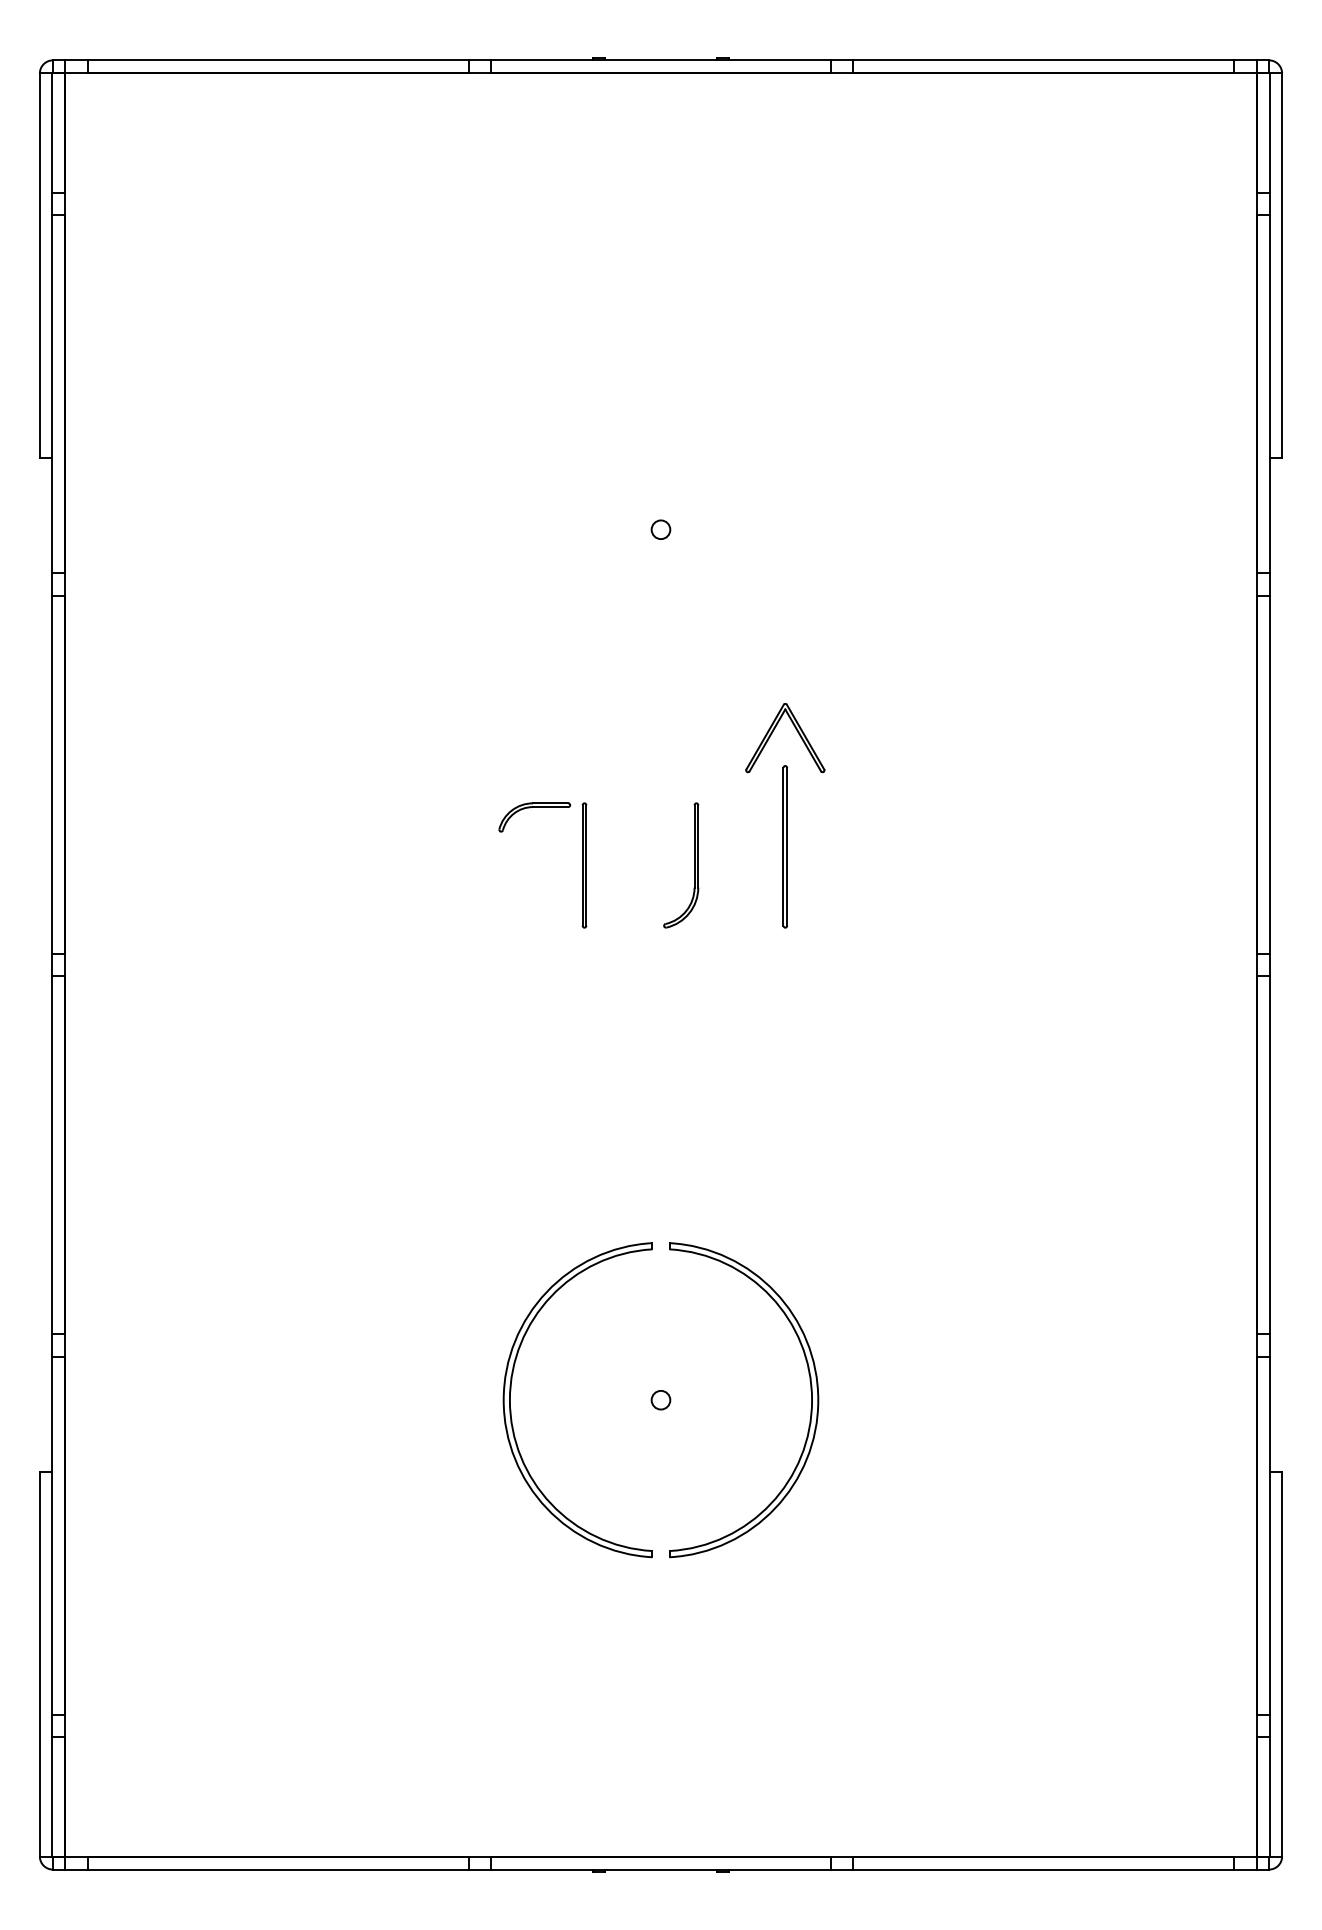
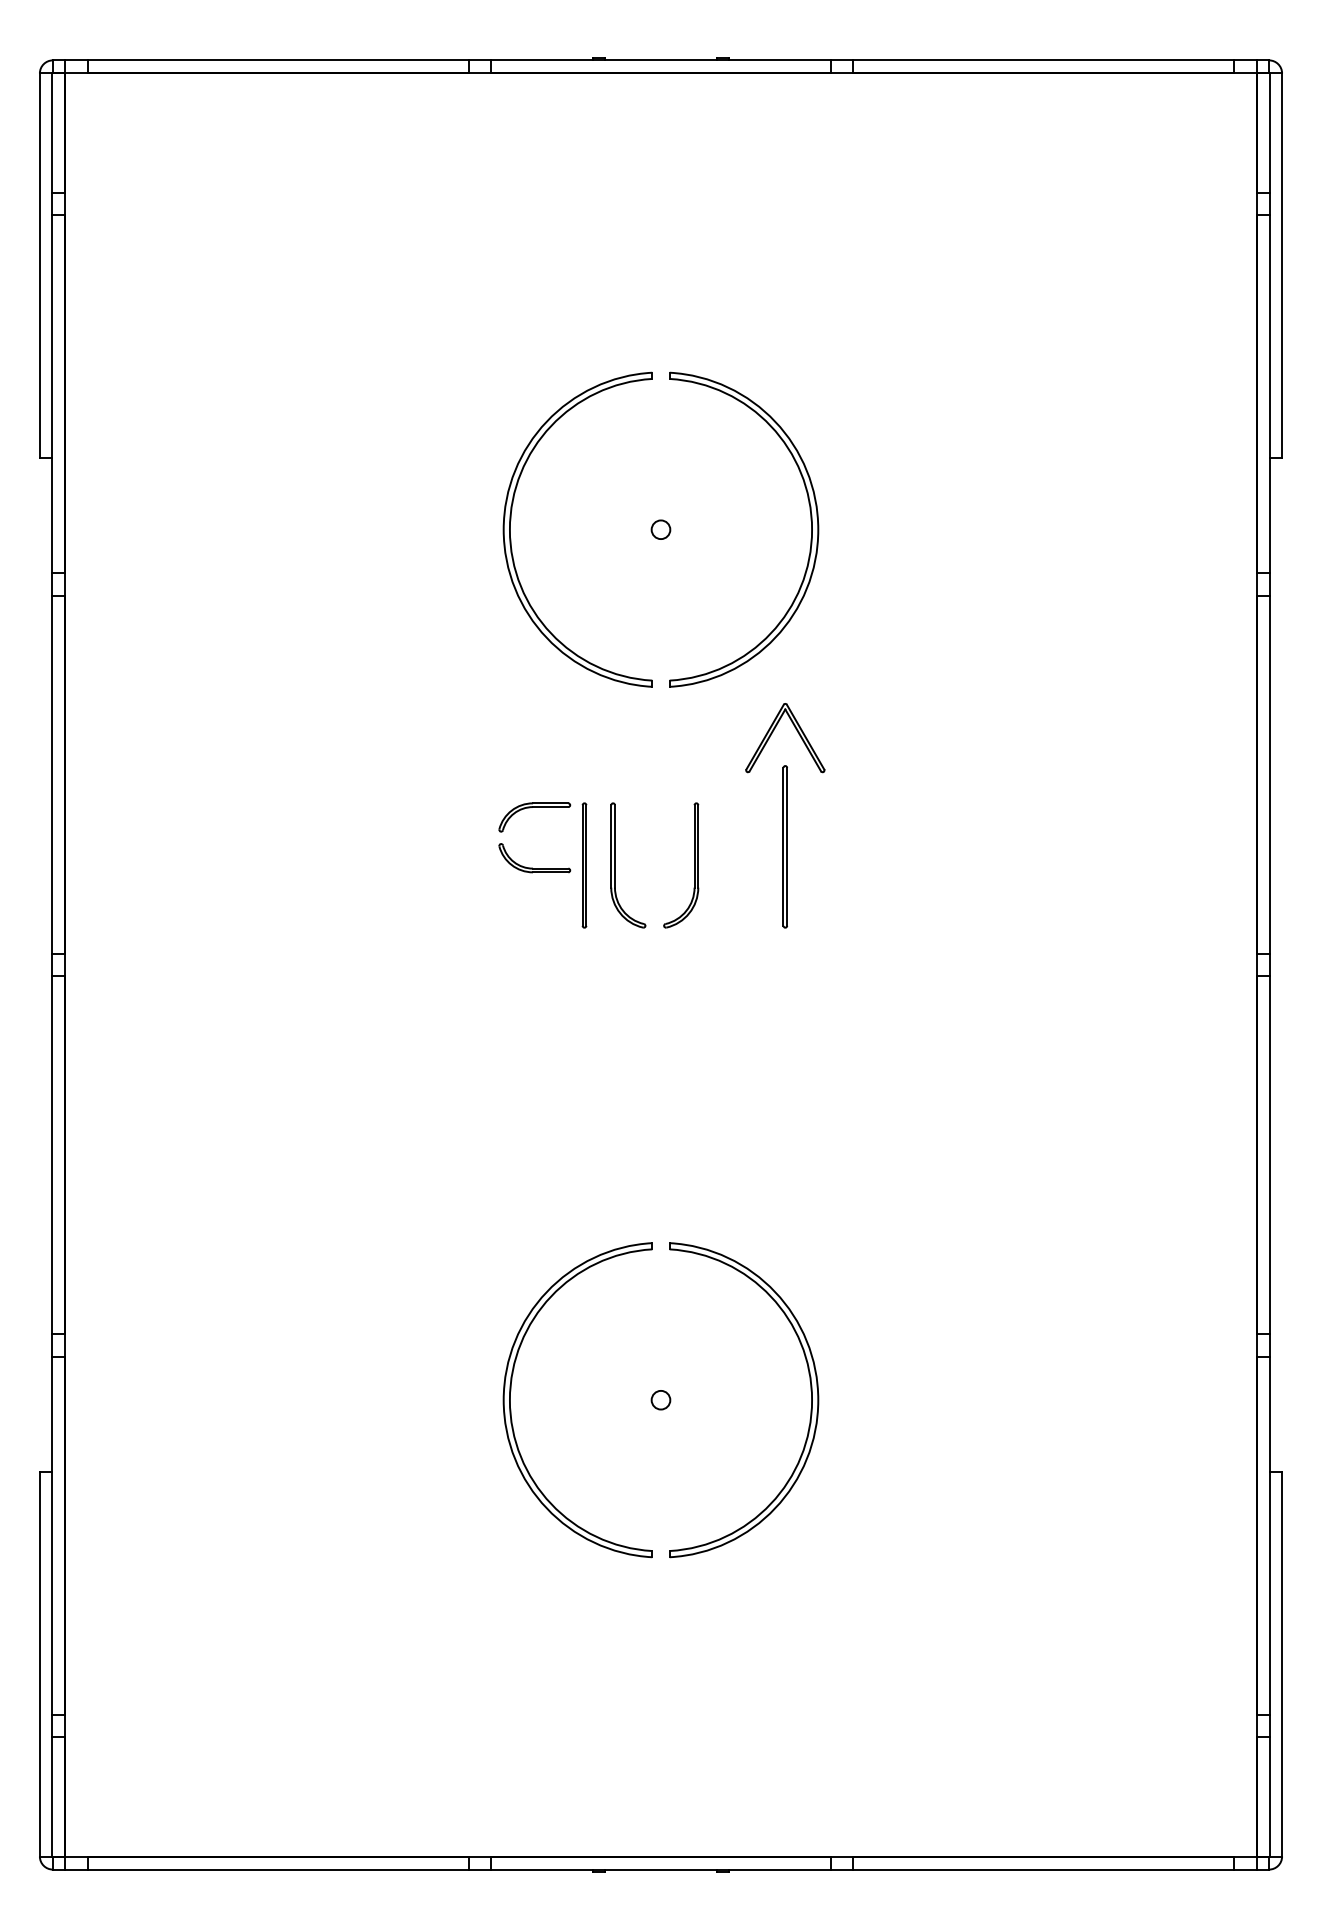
part at (511, 520): none -> present
part at (810, 520): none -> present
part at (615, 865): none -> present
part at (532, 867): none -> present
